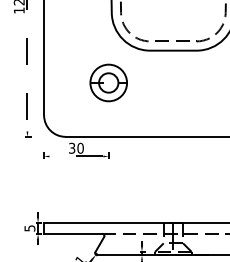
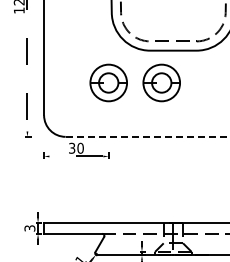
part at (161, 82): none -> present
line at (147, 136): solid -> dashed
text at (29, 228): 5 -> 3
